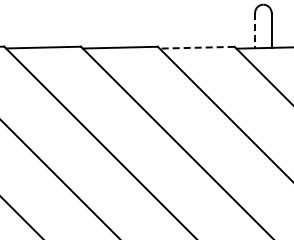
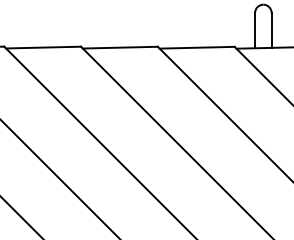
line at (255, 30): dashed -> solid
line at (197, 47): dashed -> solid
